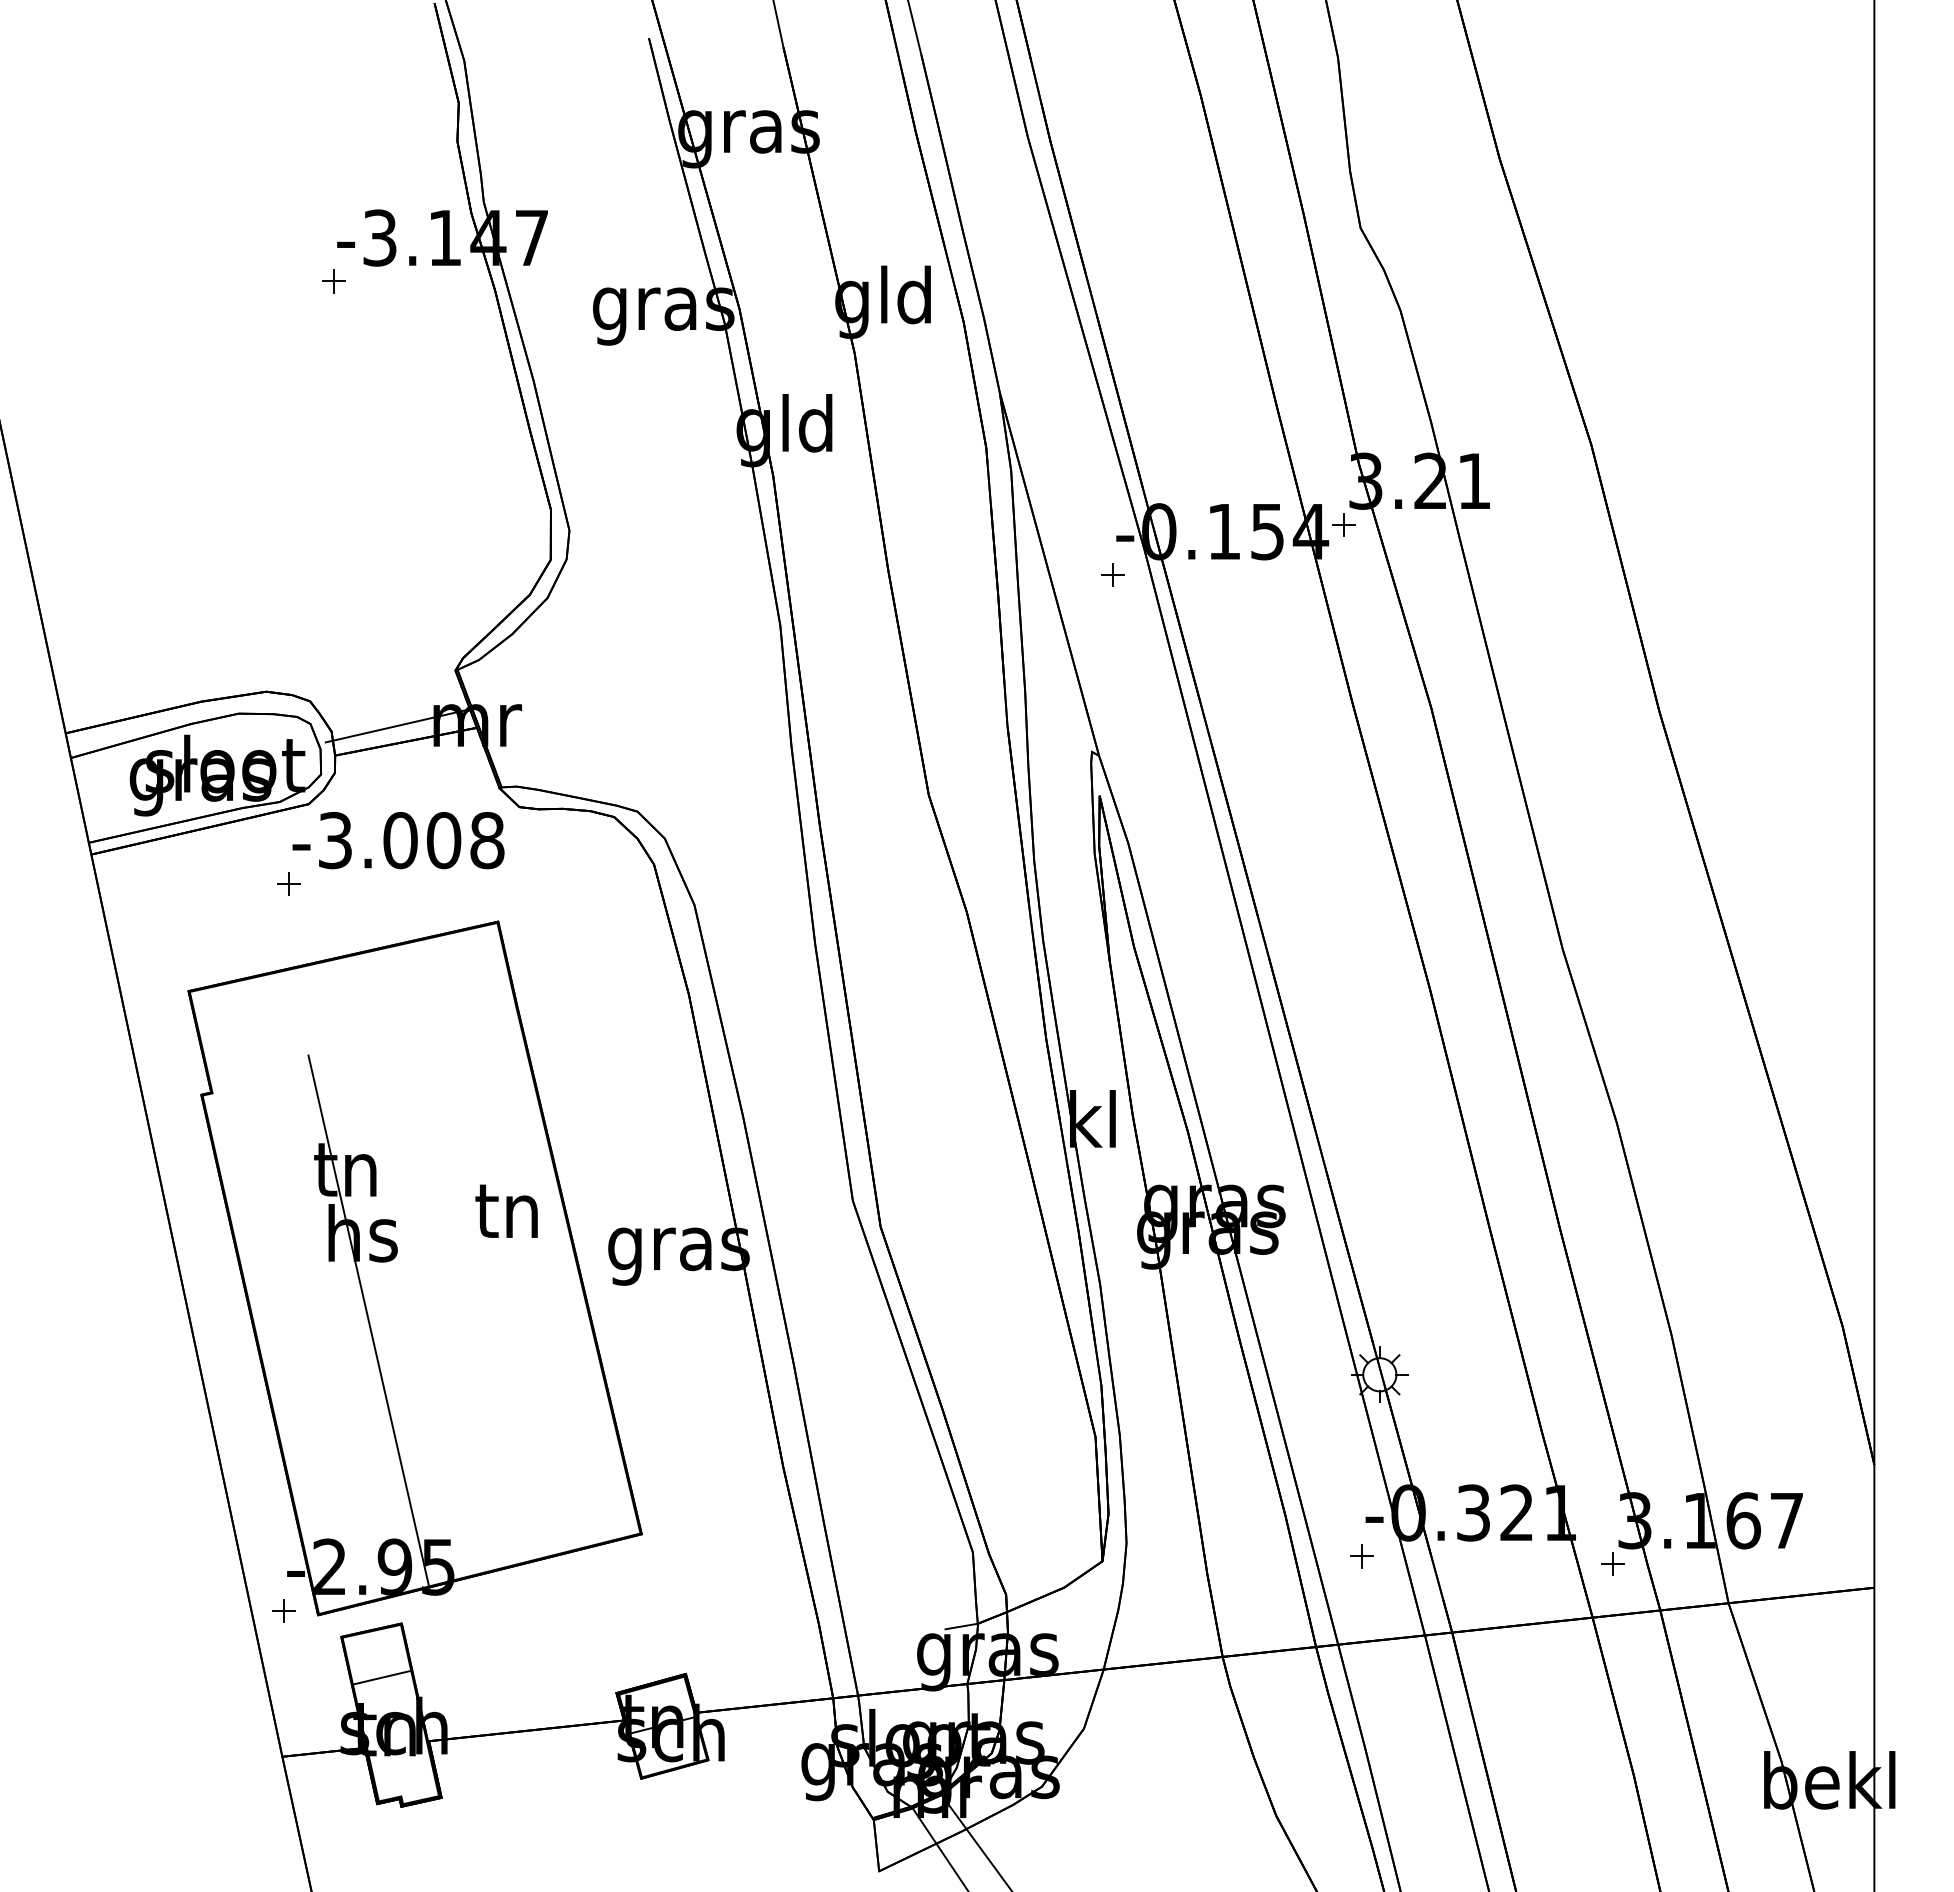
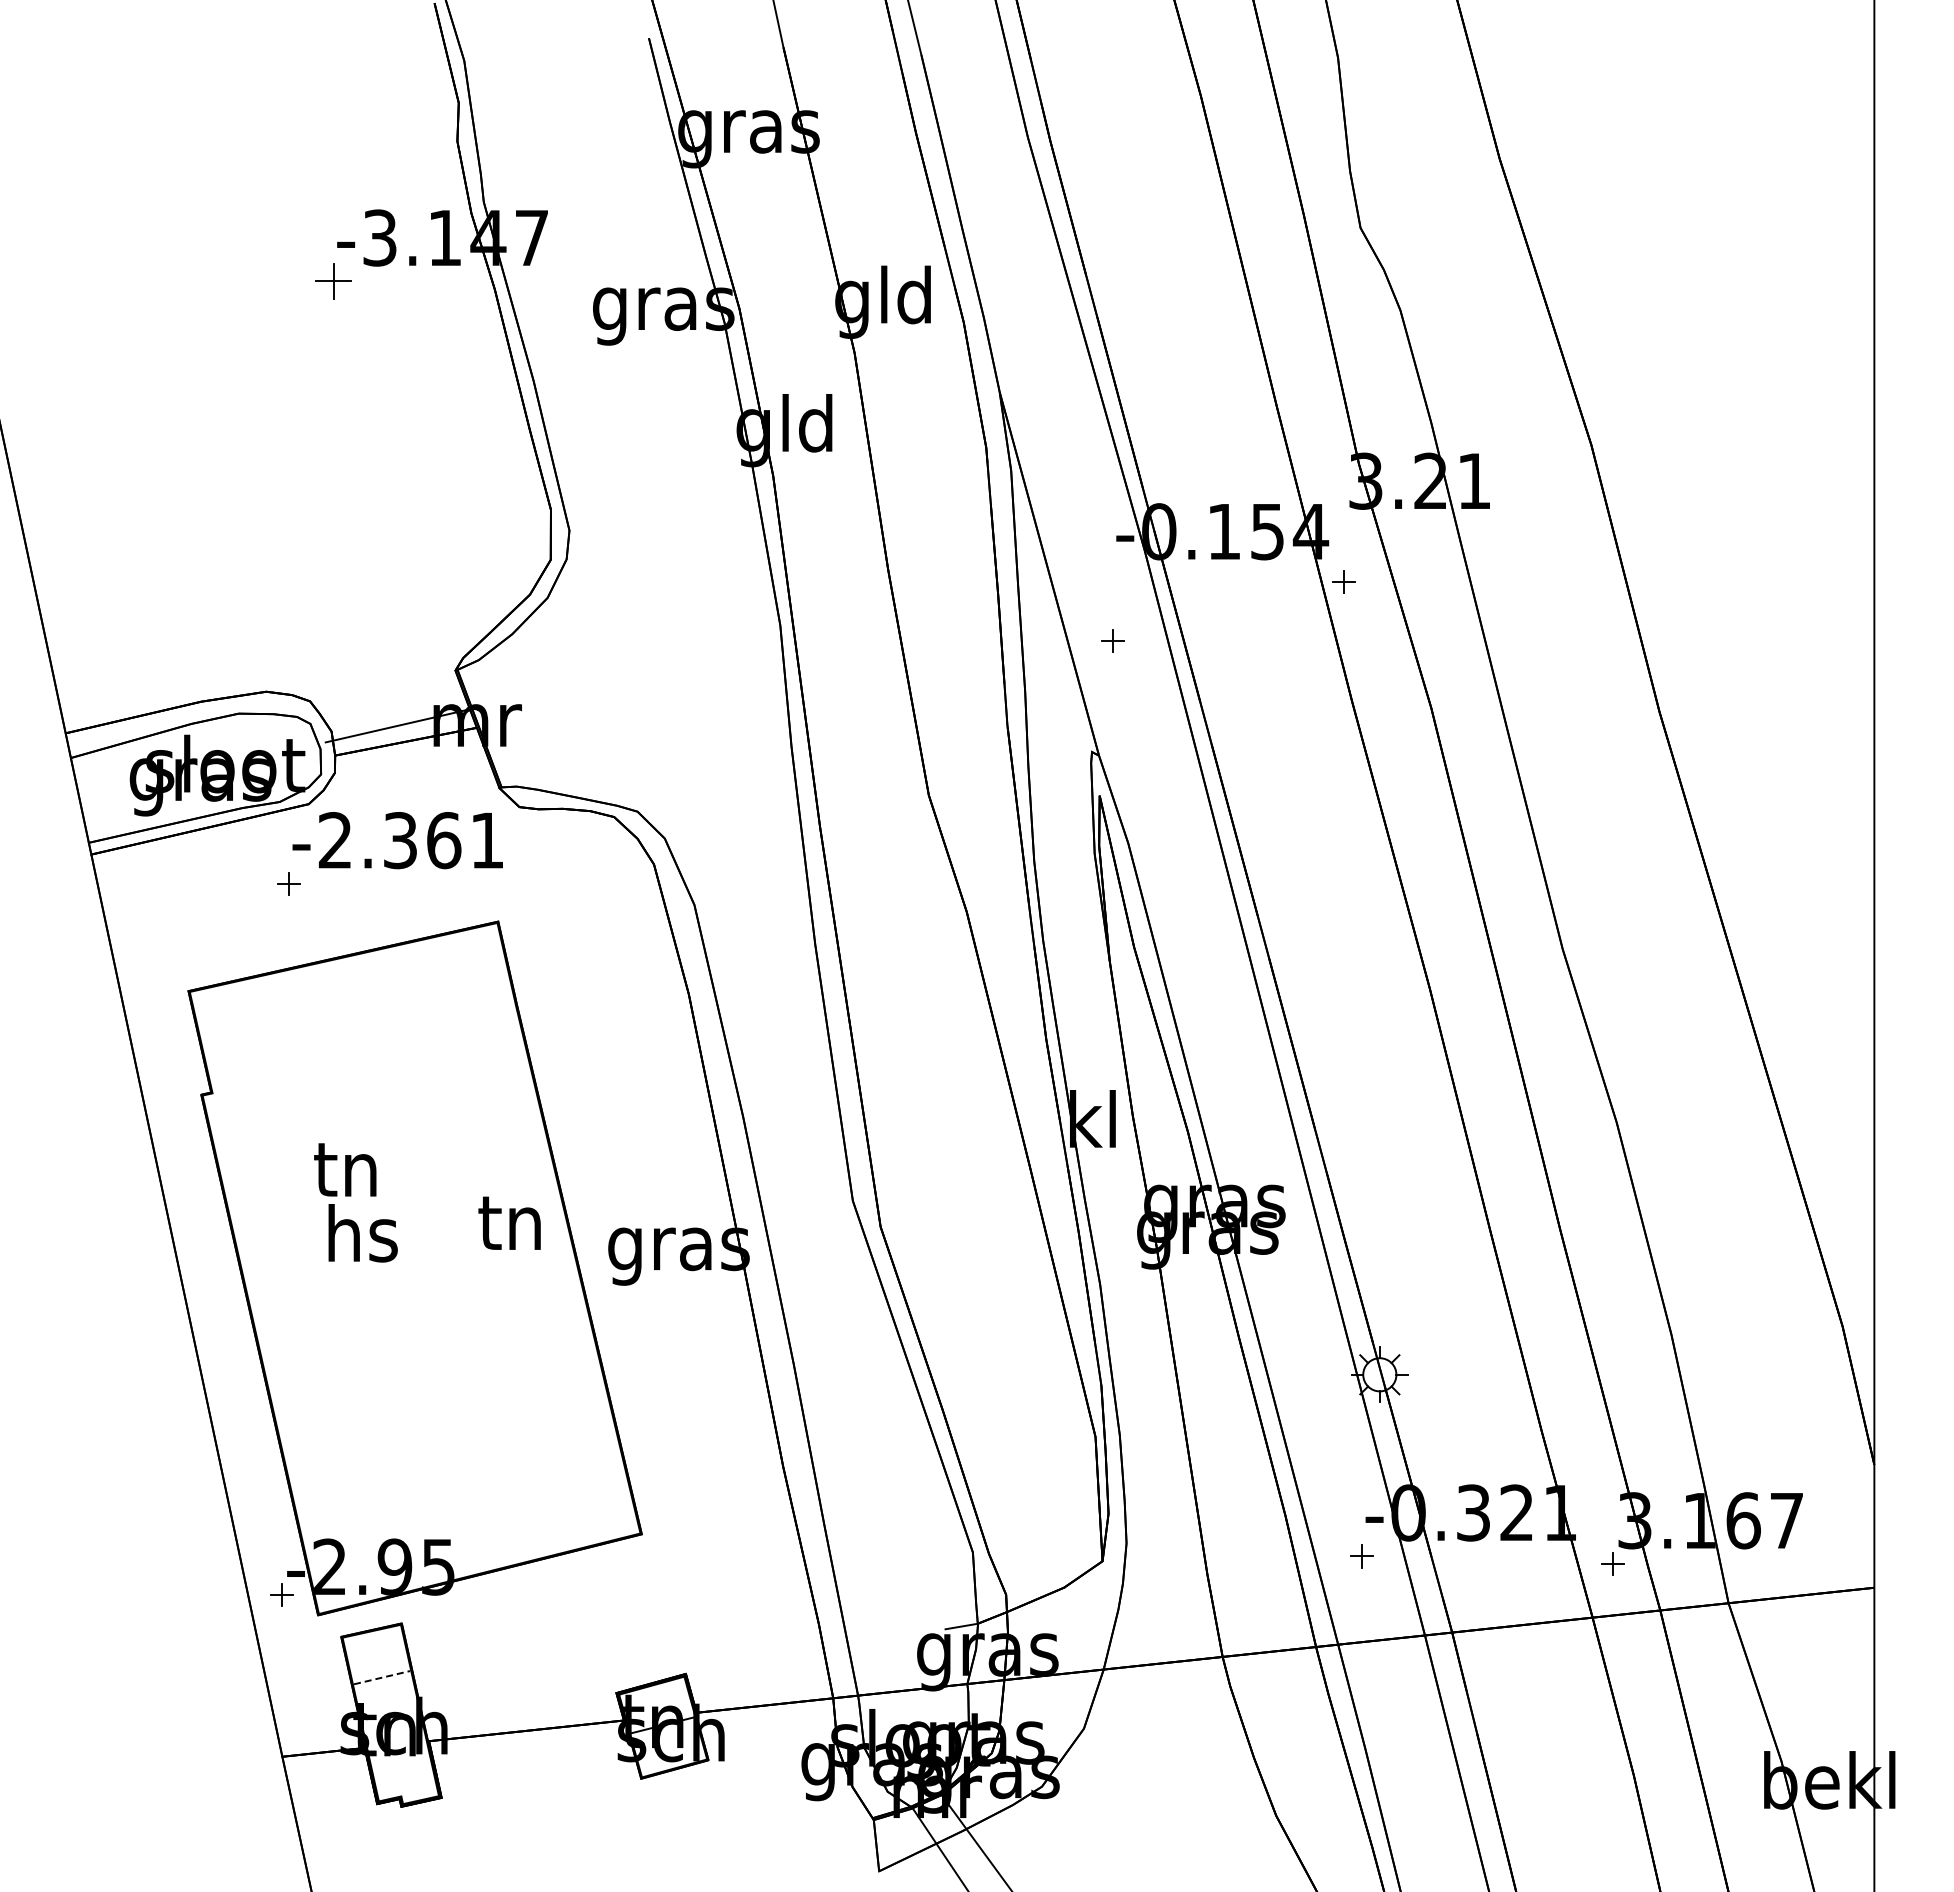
part at (333, 281) size: 24x25 px -> 37x37 px
part at (1343, 524) position: (1343, 524) -> (1343, 581)
part at (1112, 574) position: (1112, 574) -> (1112, 640)
text at (411, 840): -3.008 -> -2.361
text at (506, 1210) position: (506, 1210) -> (509, 1222)
line at (368, 1320): present -> none
part at (283, 1610) position: (283, 1610) -> (281, 1594)
line at (382, 1677): solid -> dashed
